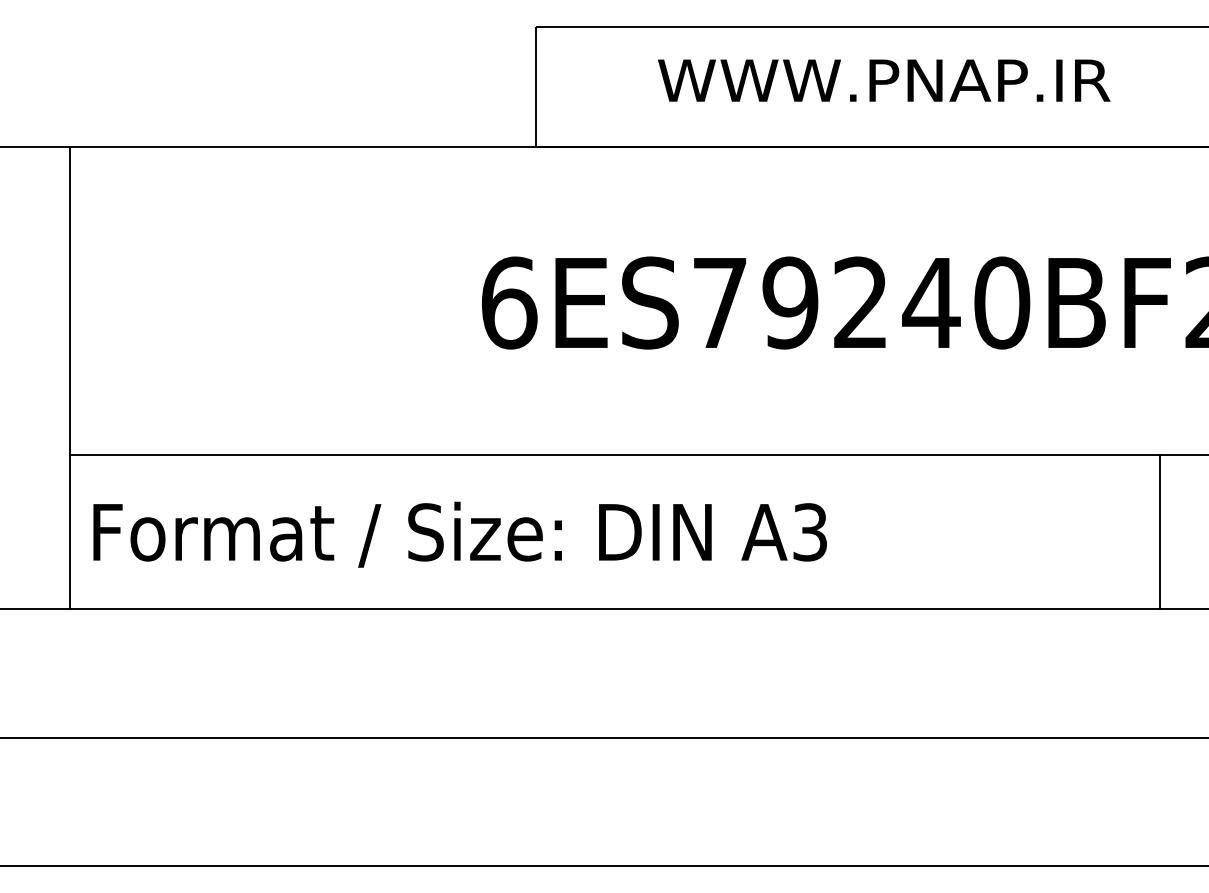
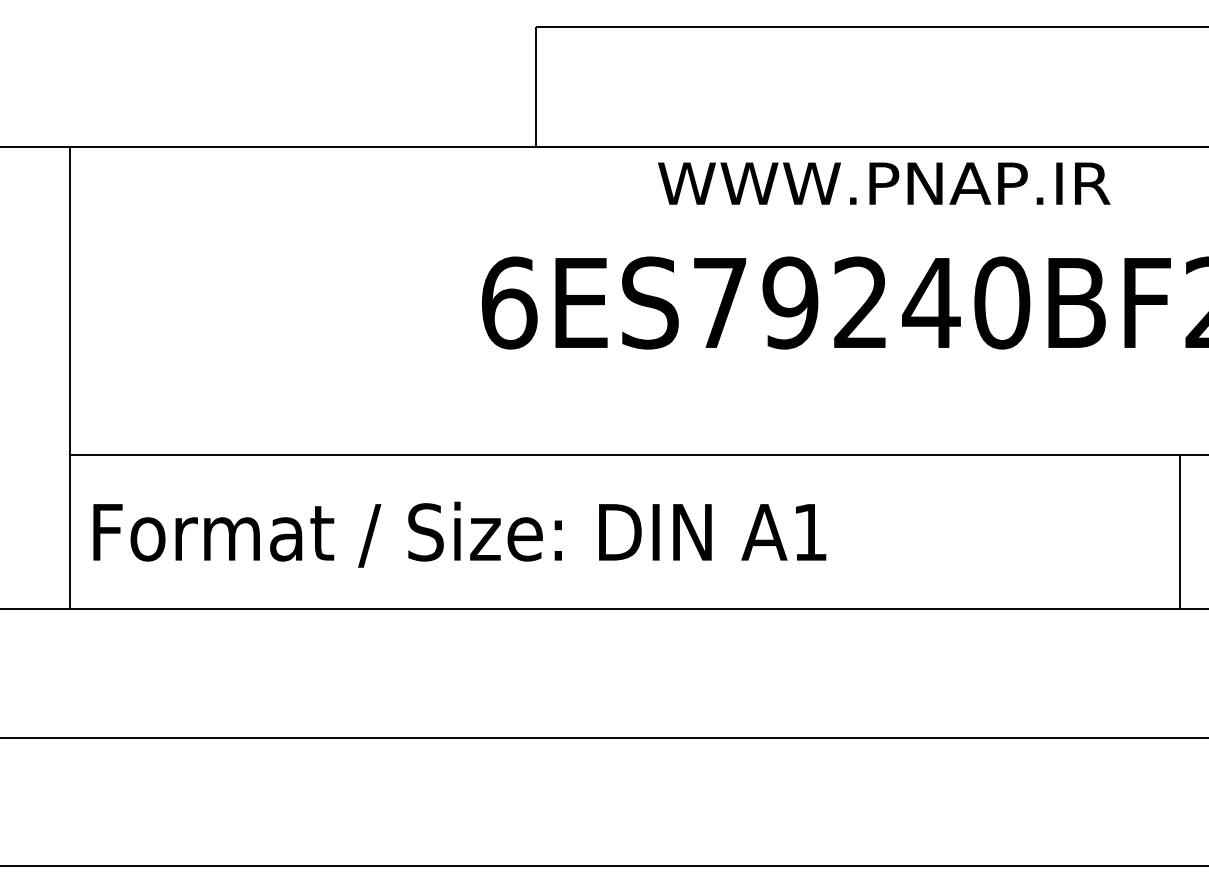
text at (884, 80) position: (884, 80) -> (884, 183)
text at (809, 532): A3 -> A1
line at (1160, 532) position: (1160, 532) -> (1180, 532)
